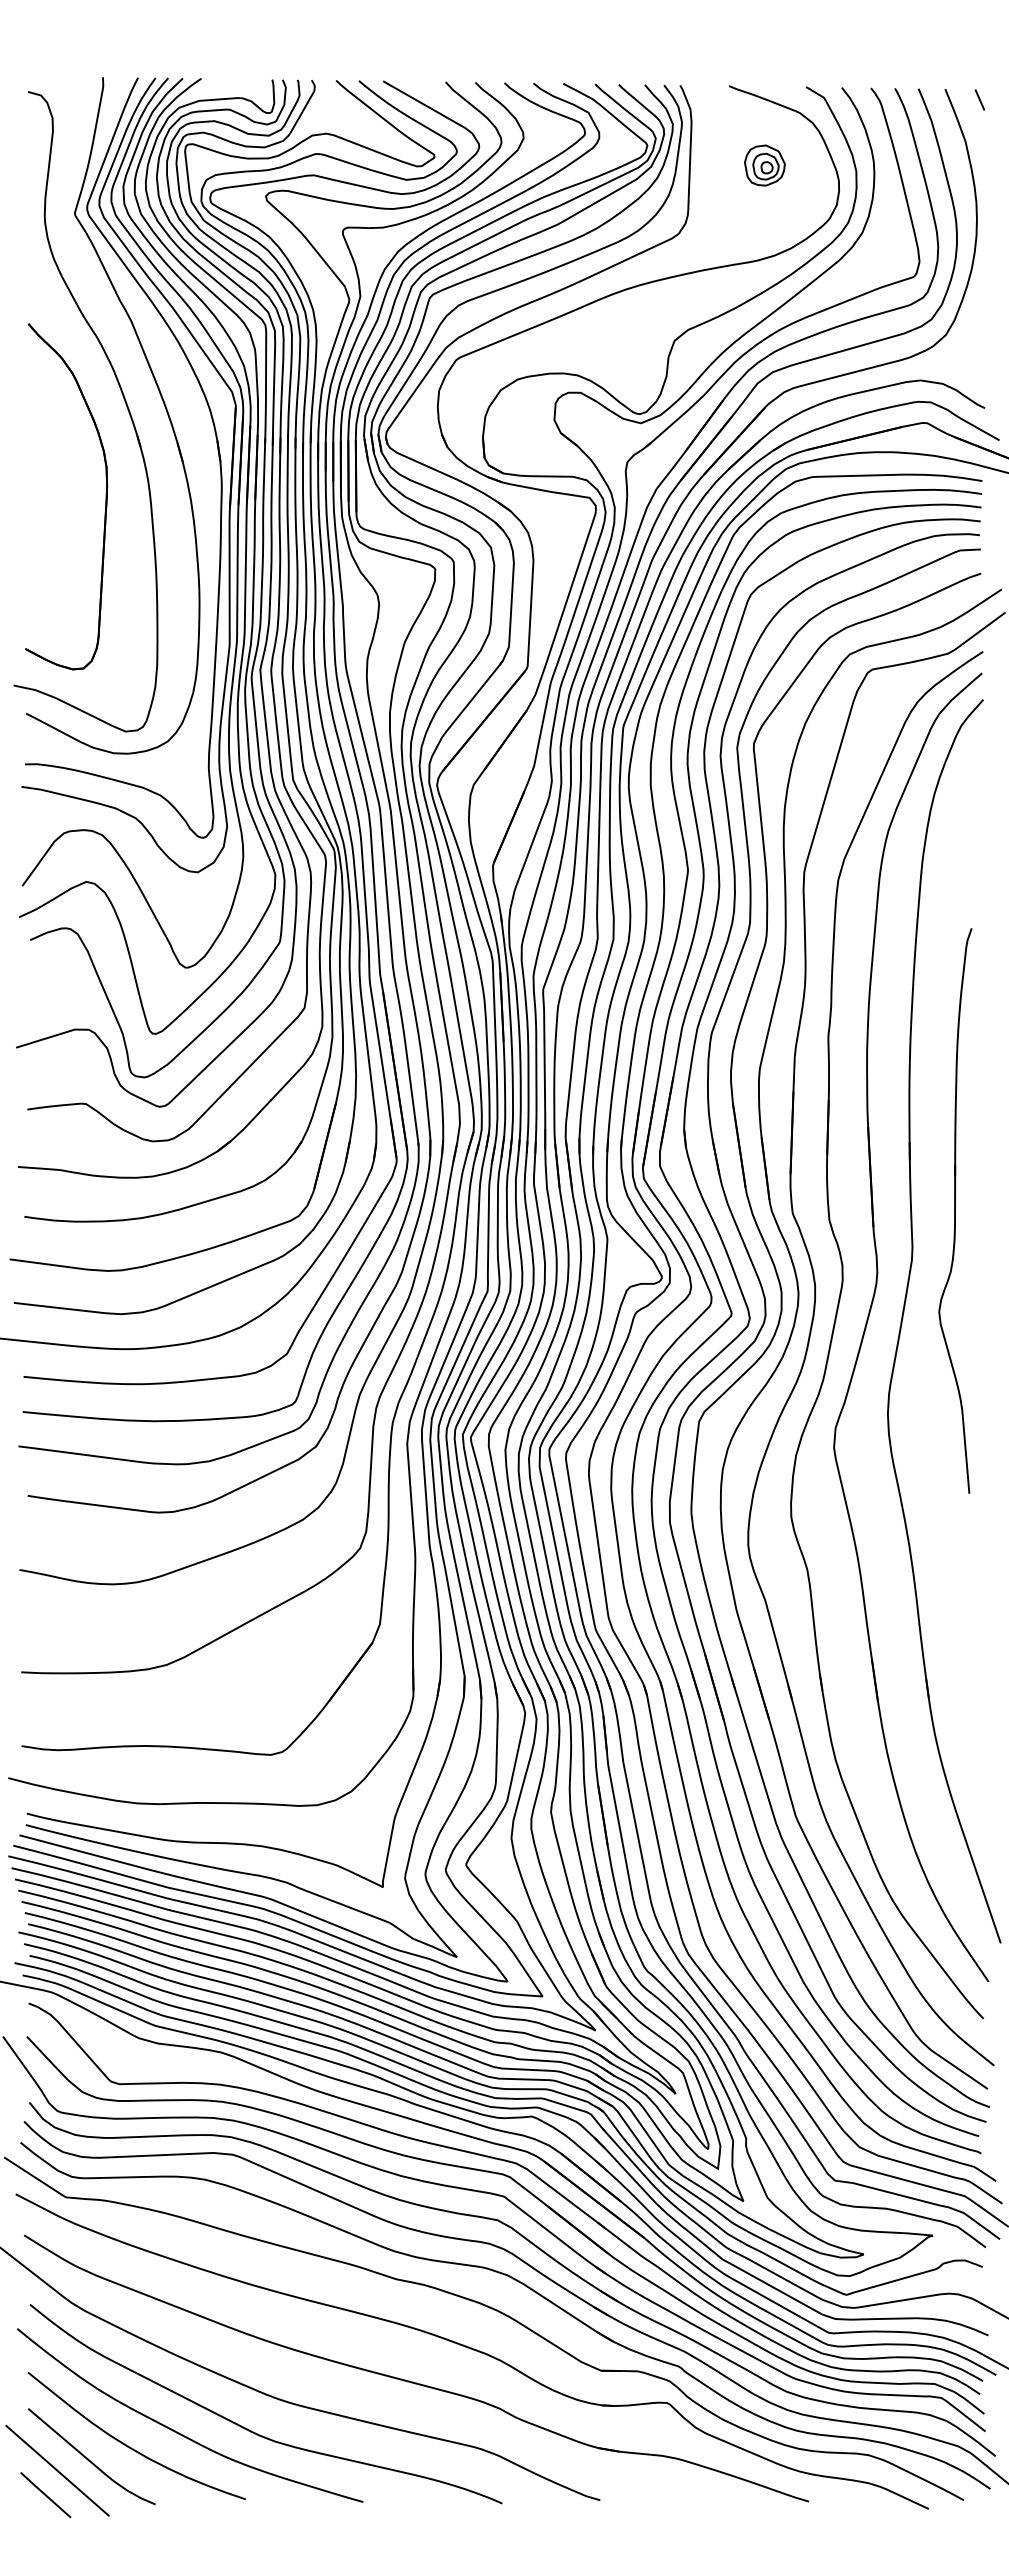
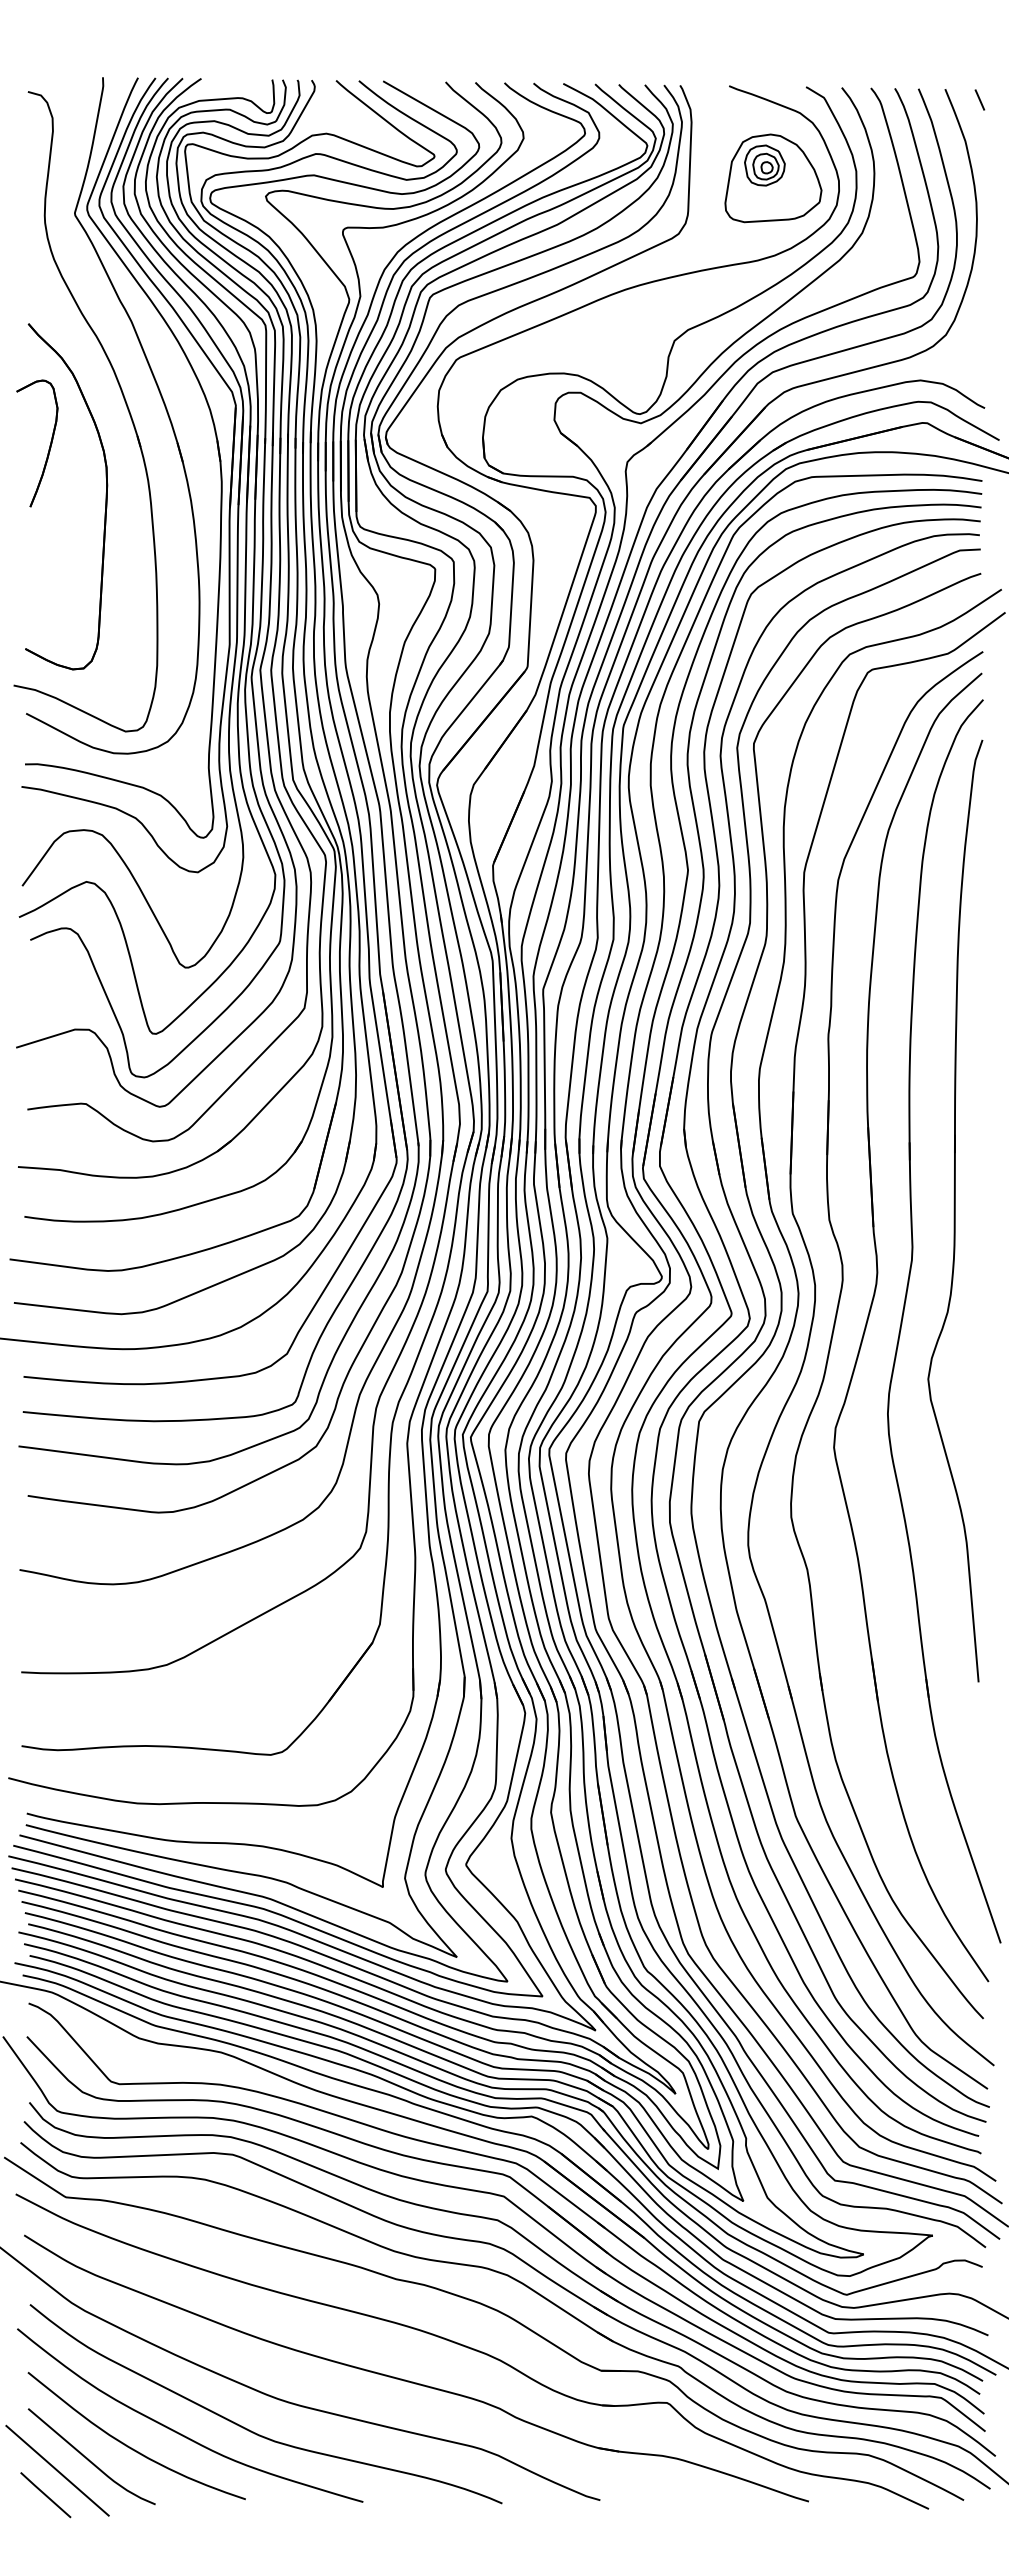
part at (773, 178): none -> present
part at (49, 445): none -> present
part at (955, 1210) size: 35x566 px -> 57x944 px
